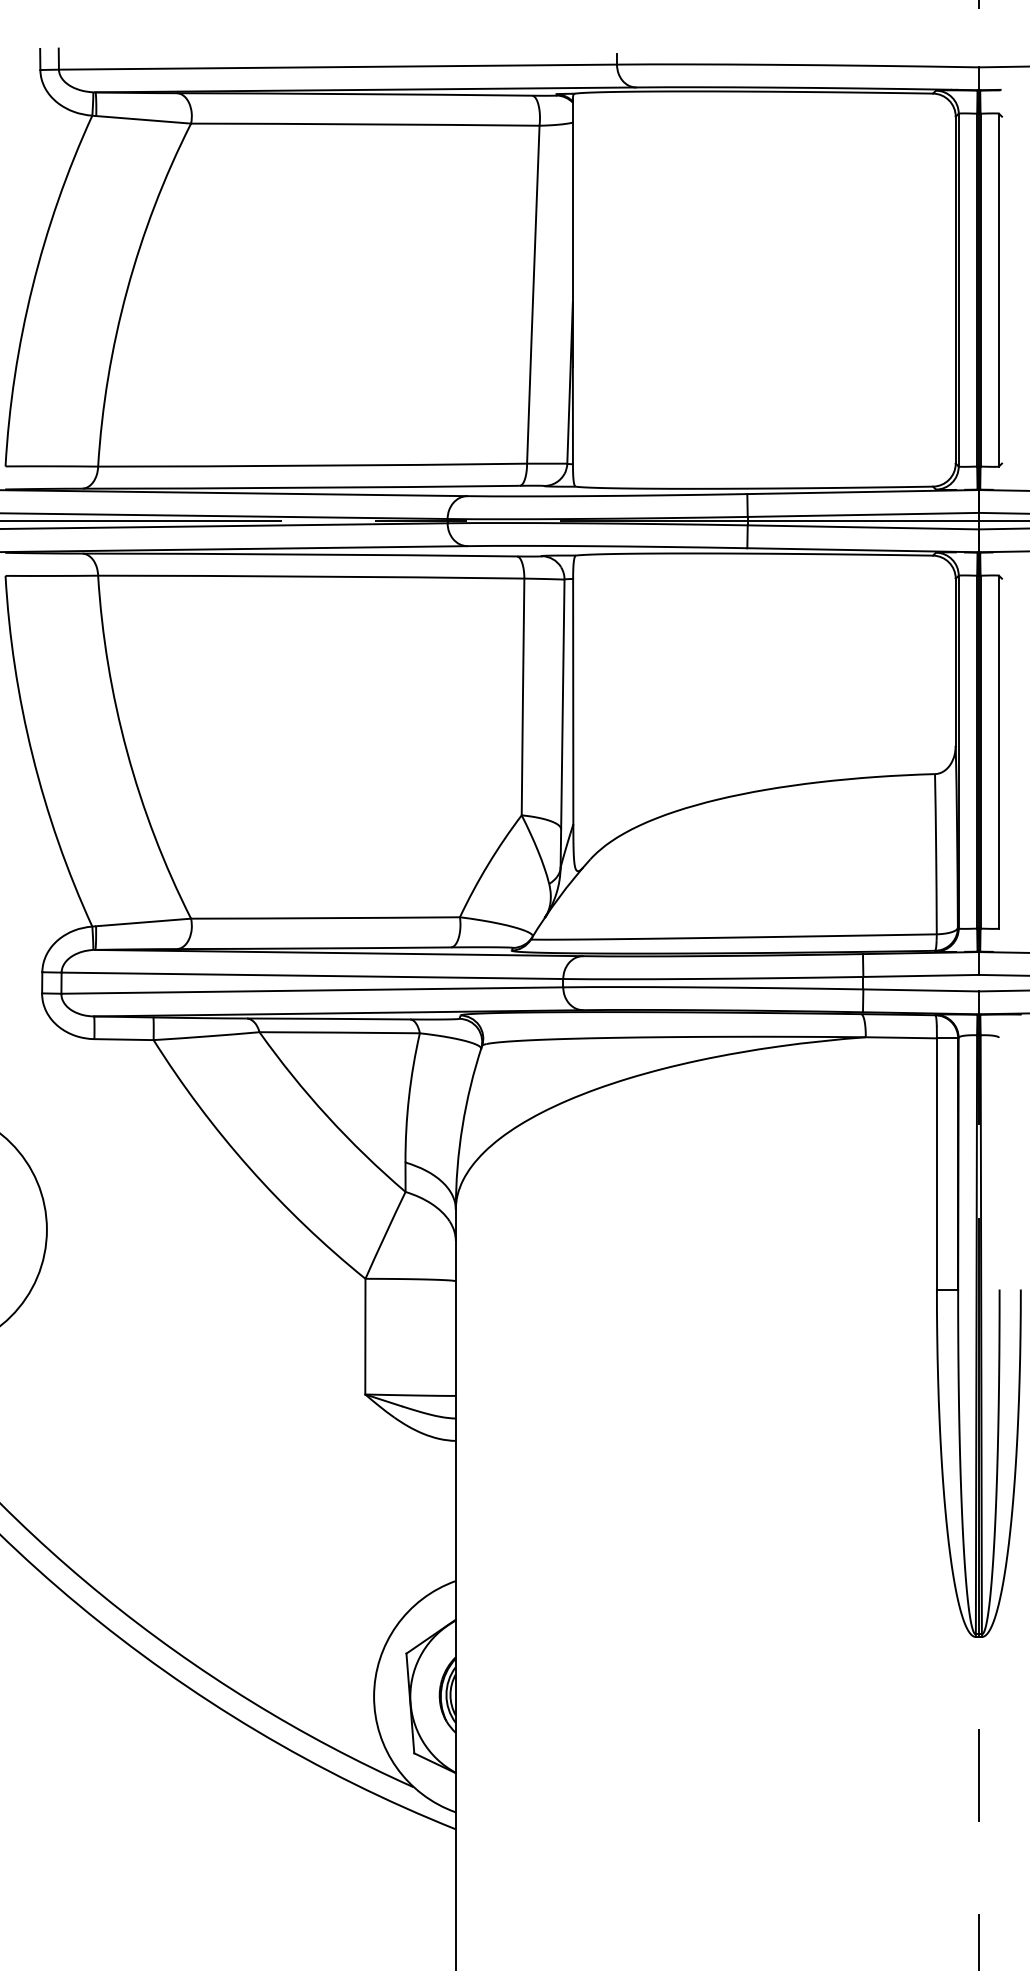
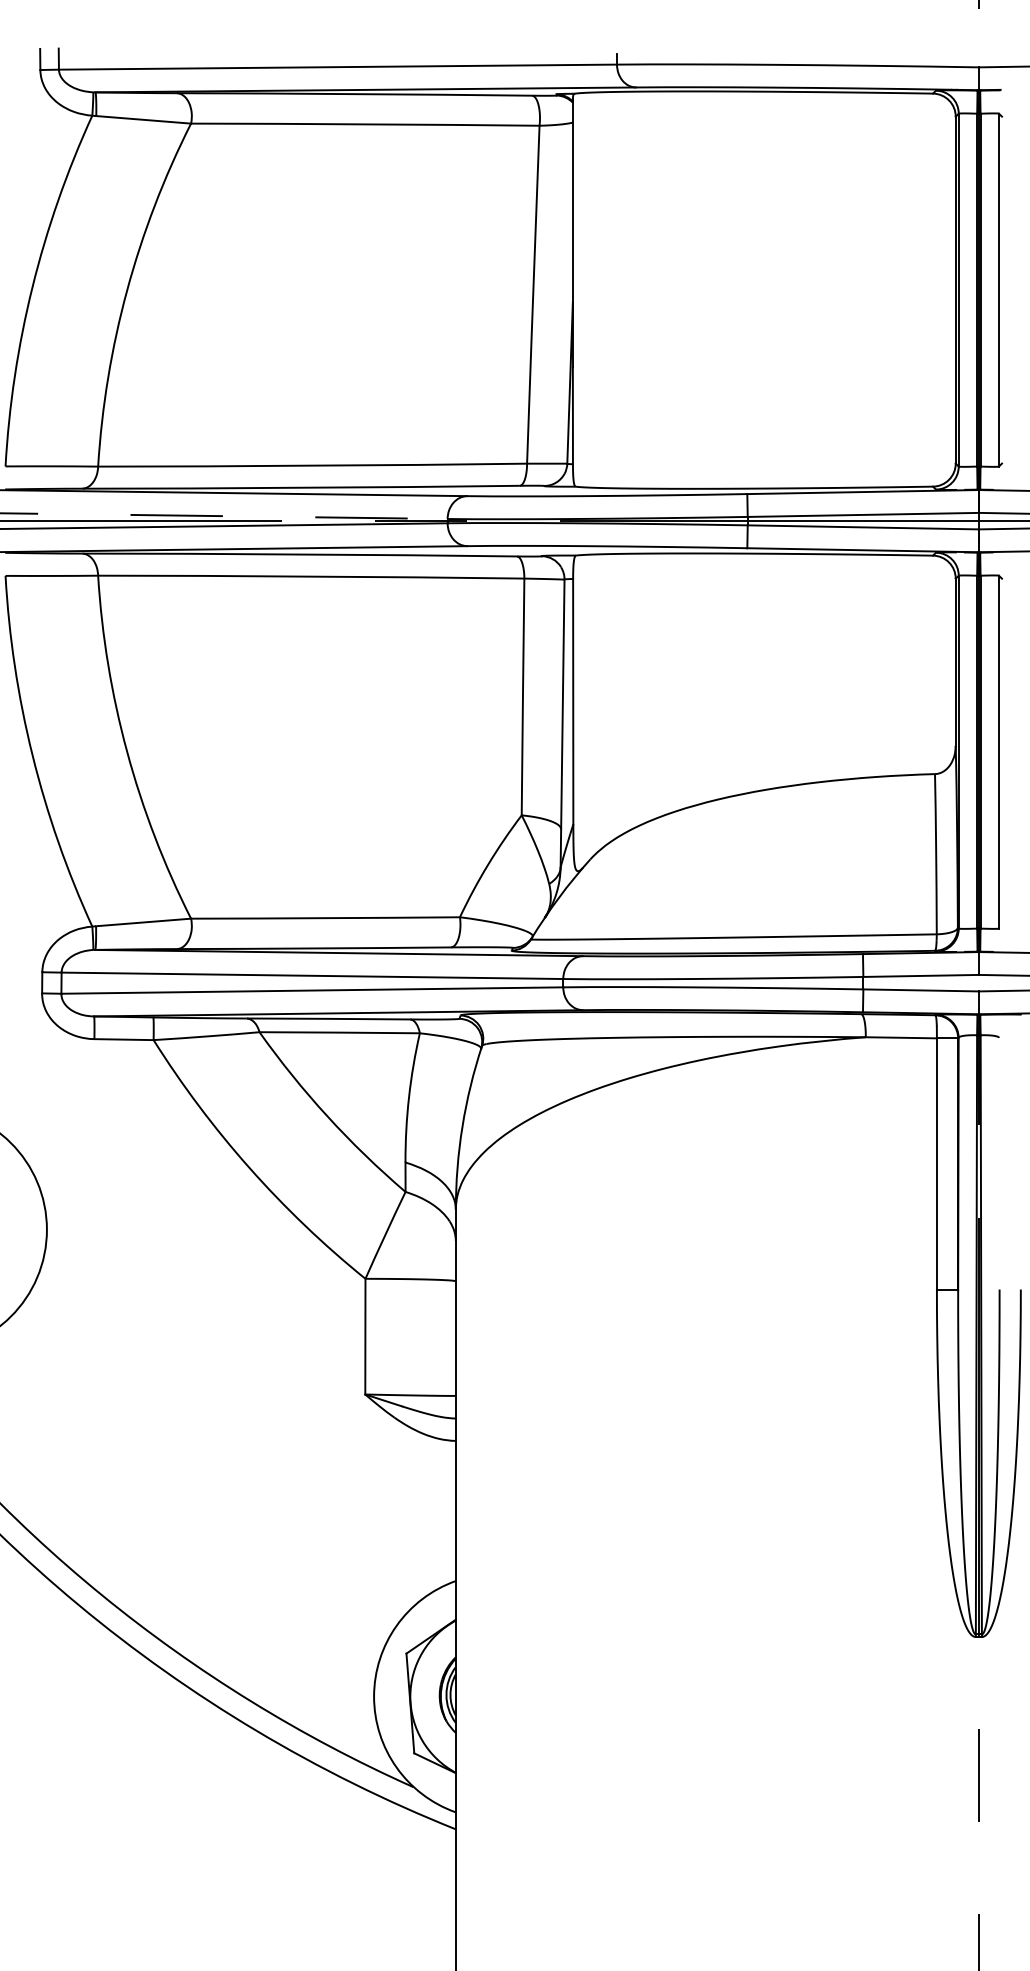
line at (224, 516): solid -> dashed
